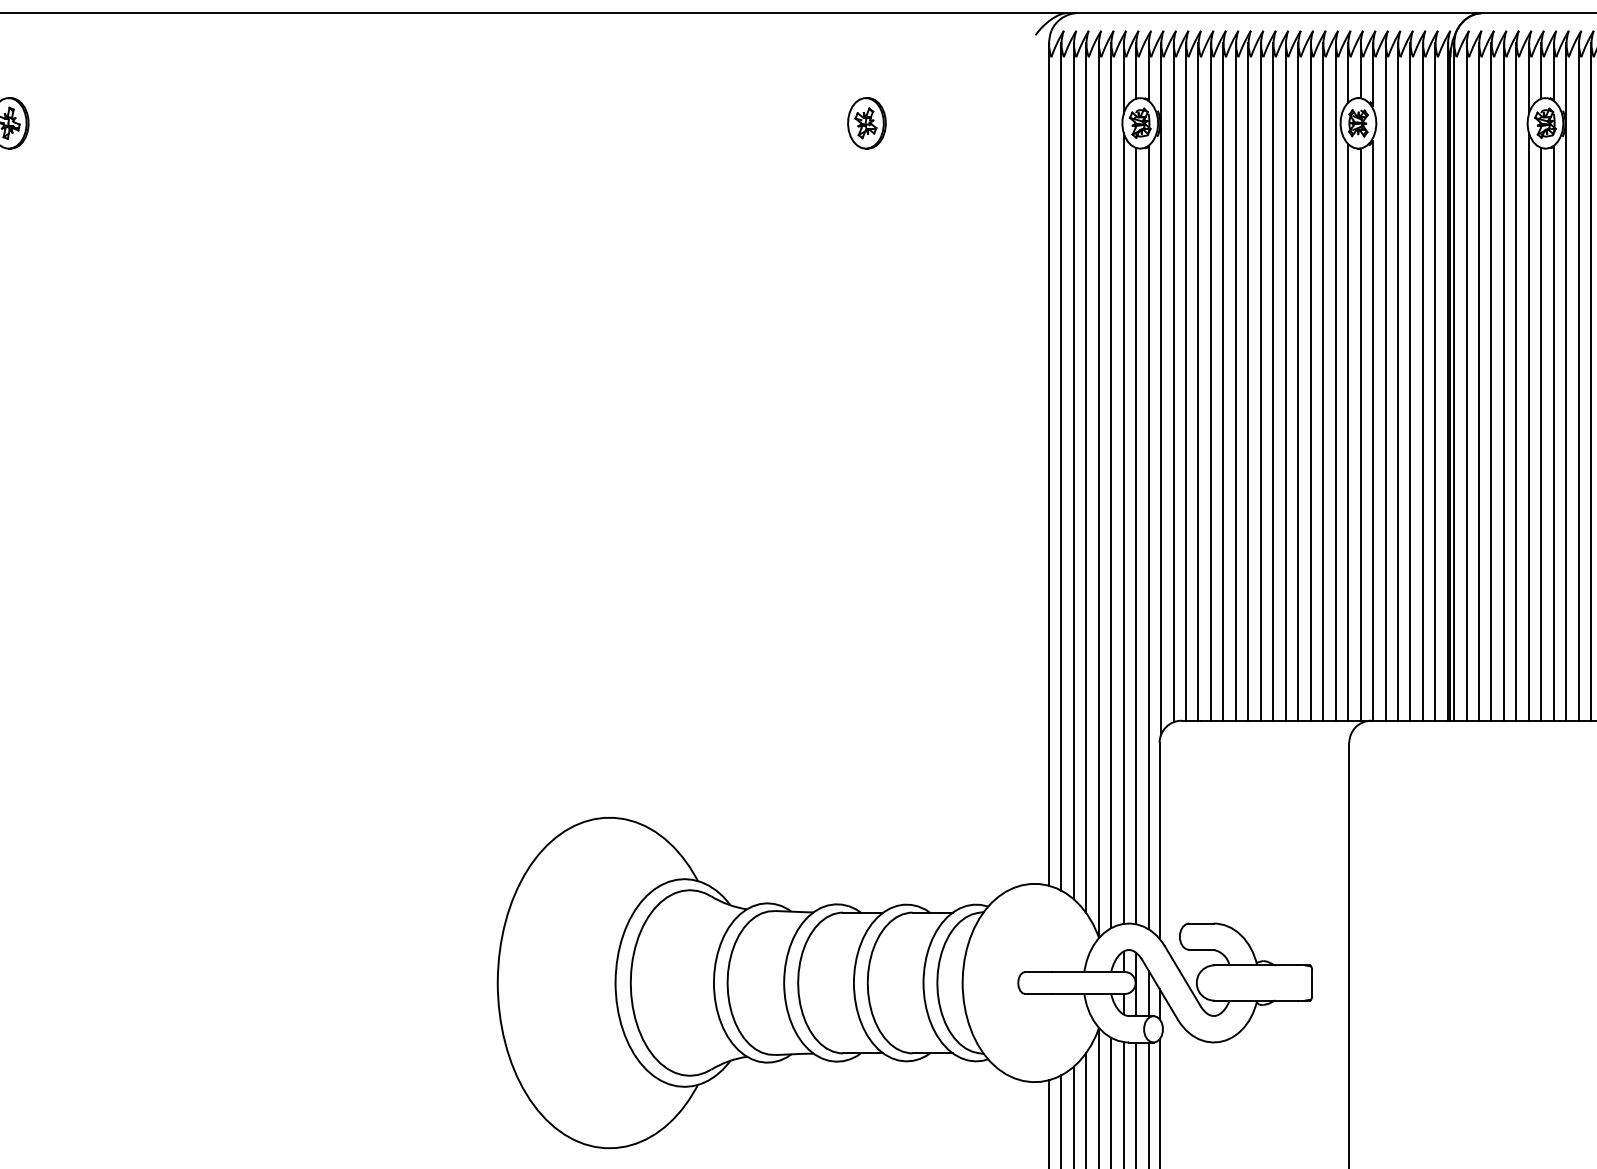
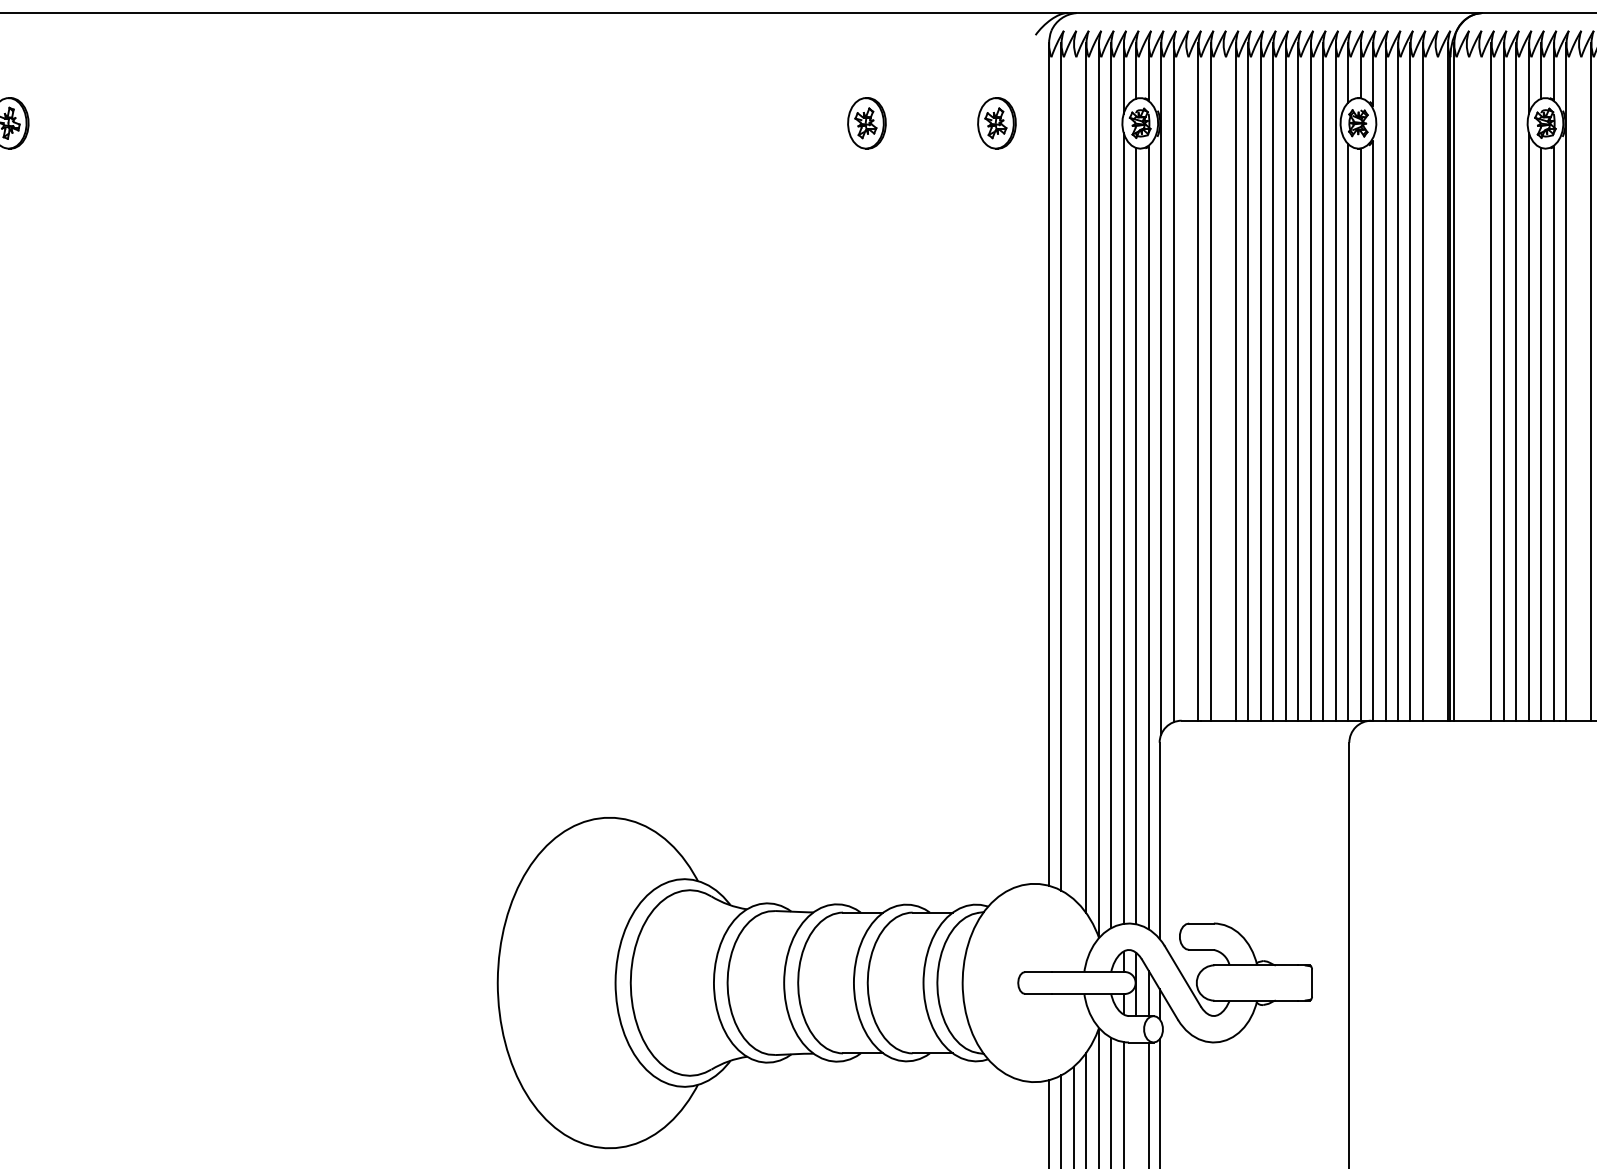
part at (996, 123): none -> present
line at (1185, 381): present -> none
line at (1223, 381): present -> none
line at (1435, 381): present -> none
line at (1466, 381): present -> none
line at (1479, 381): present -> none
line at (1578, 381): present -> none
line at (1073, 470): present -> none
line at (1136, 1103): present -> none
